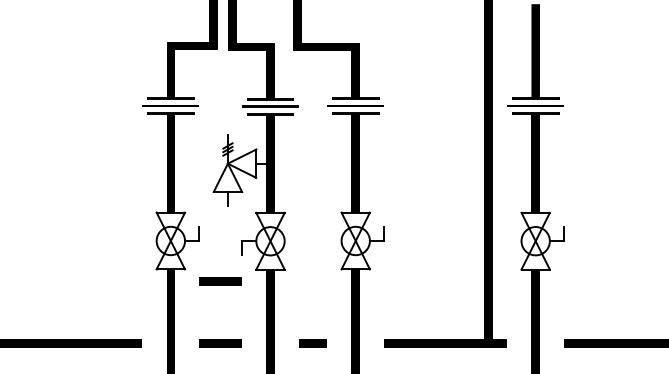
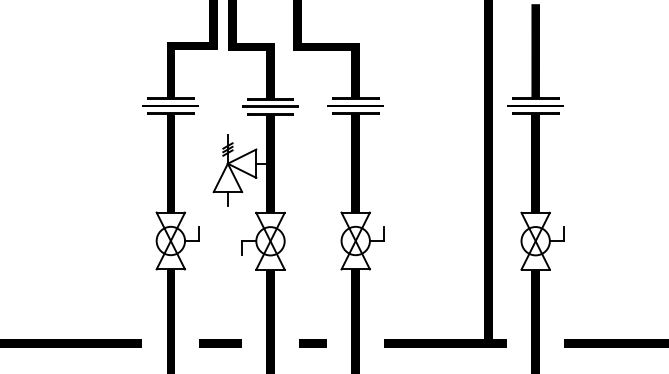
line at (220, 281): present -> none
